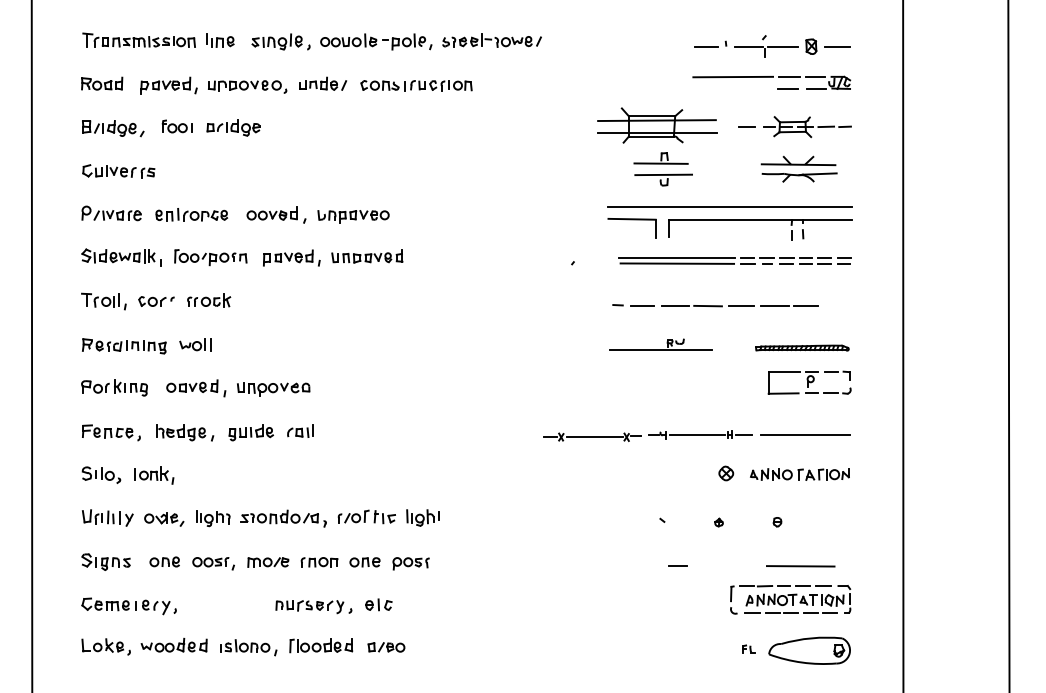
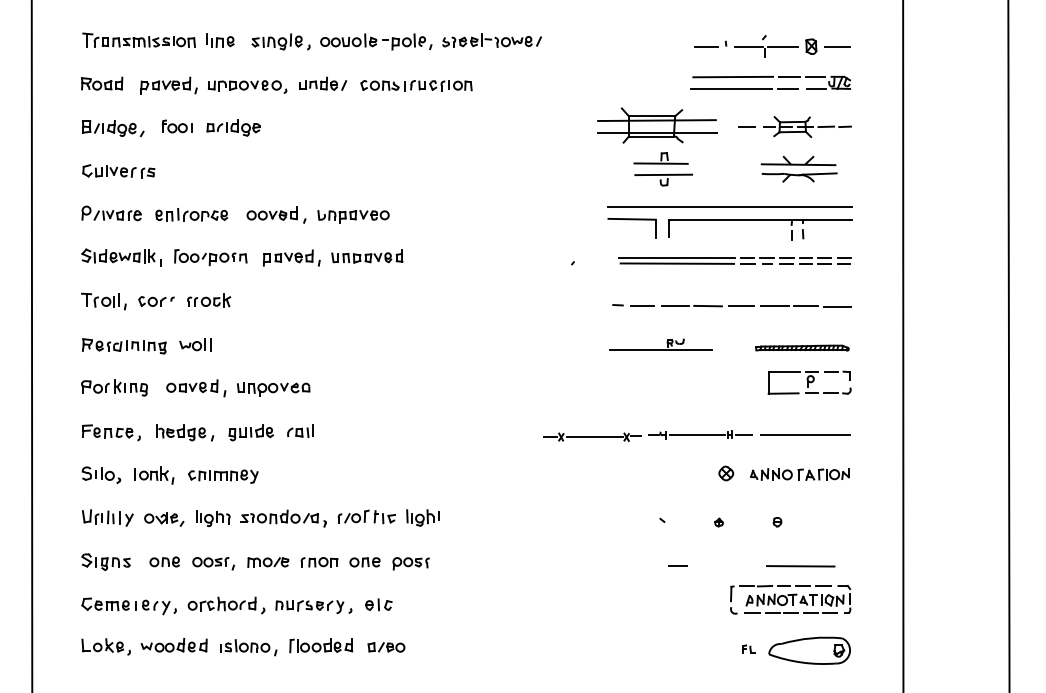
line at (731, 88): none -> present
line at (837, 306): none -> present
part at (223, 476): none -> present
part at (226, 605): none -> present
